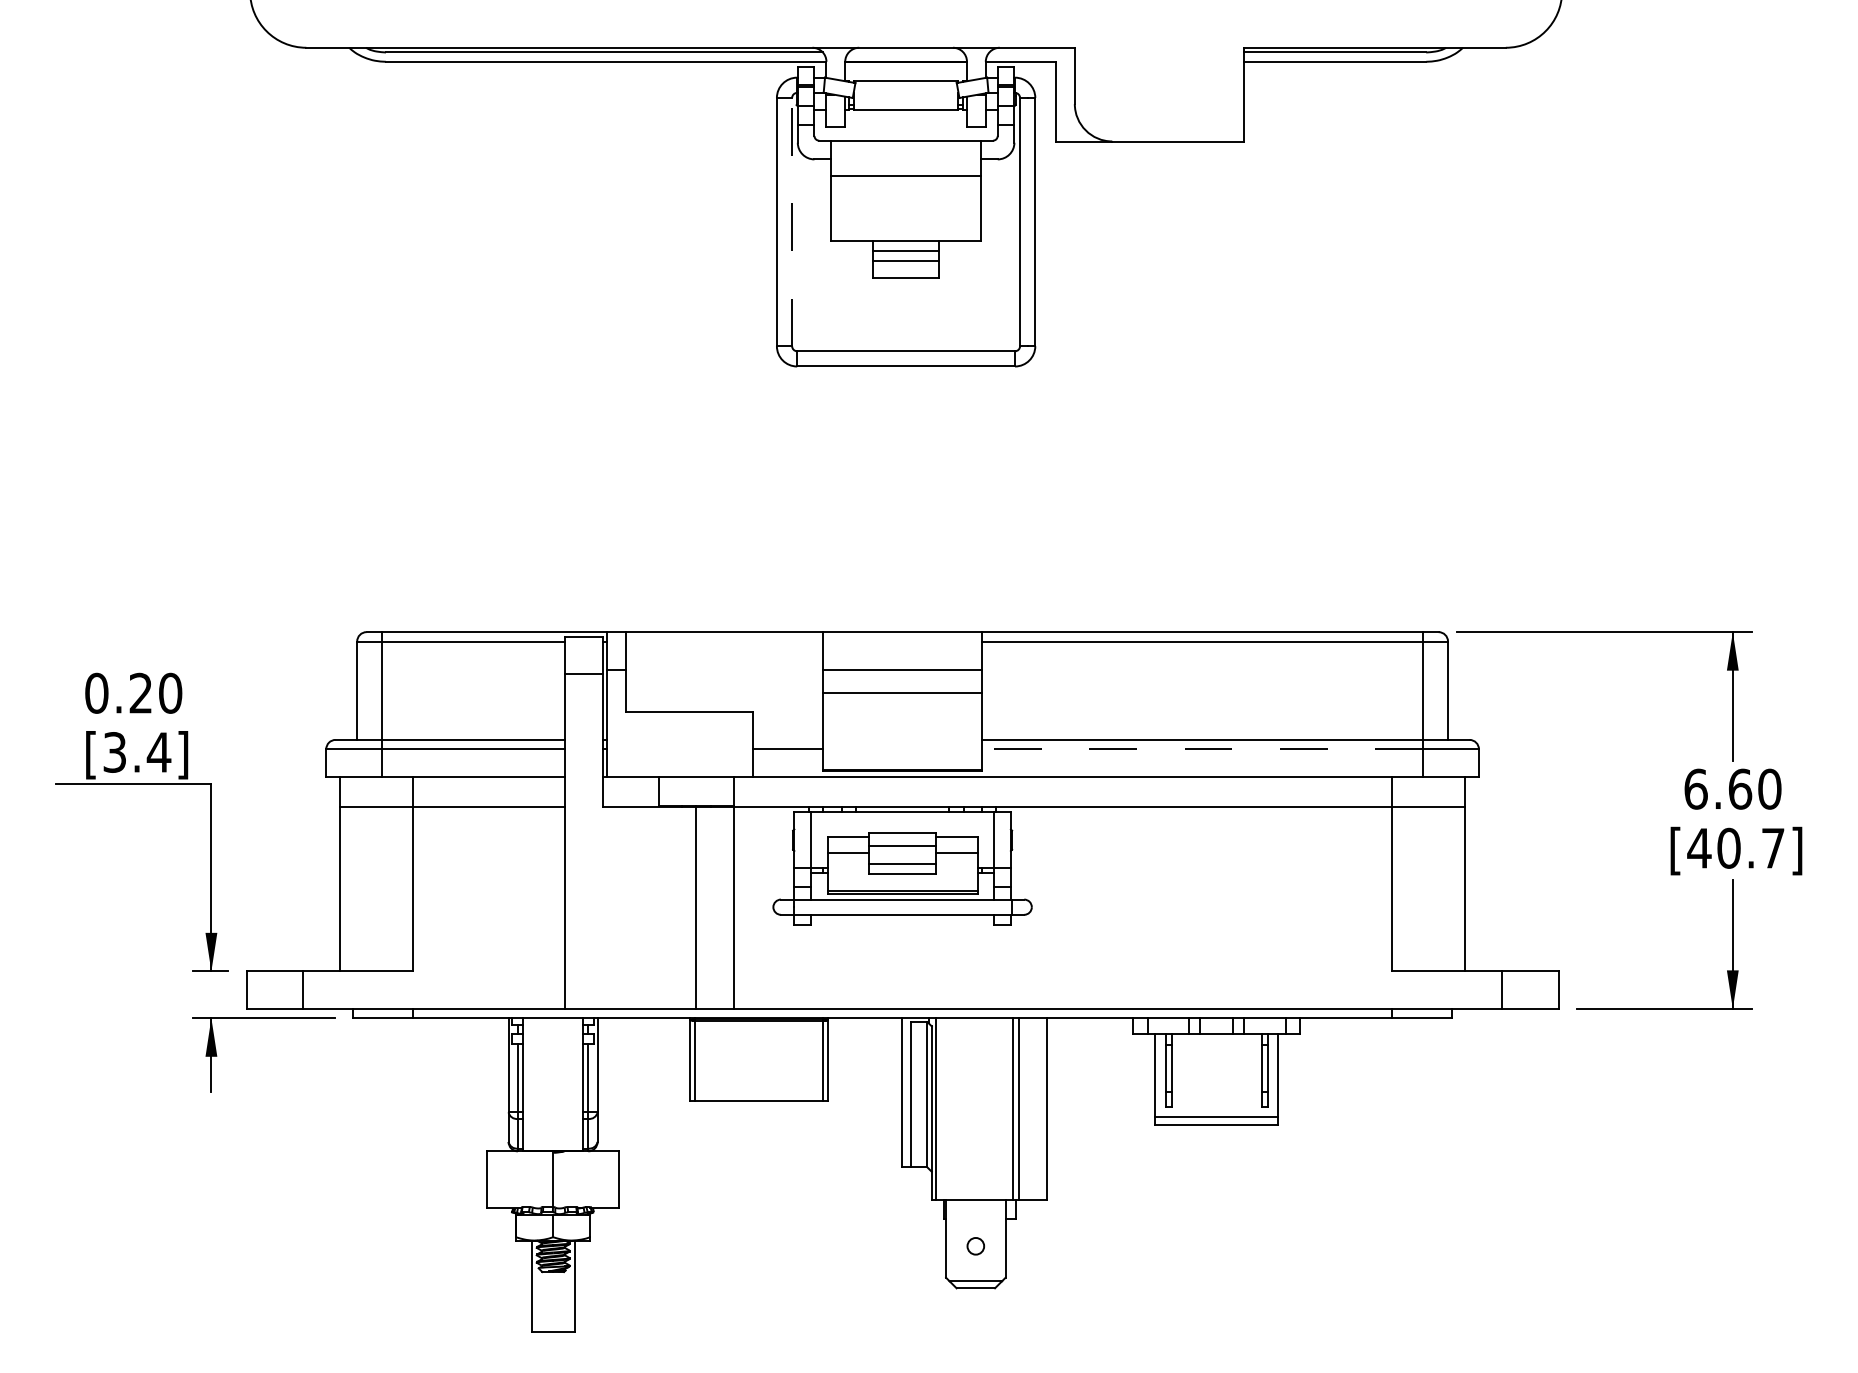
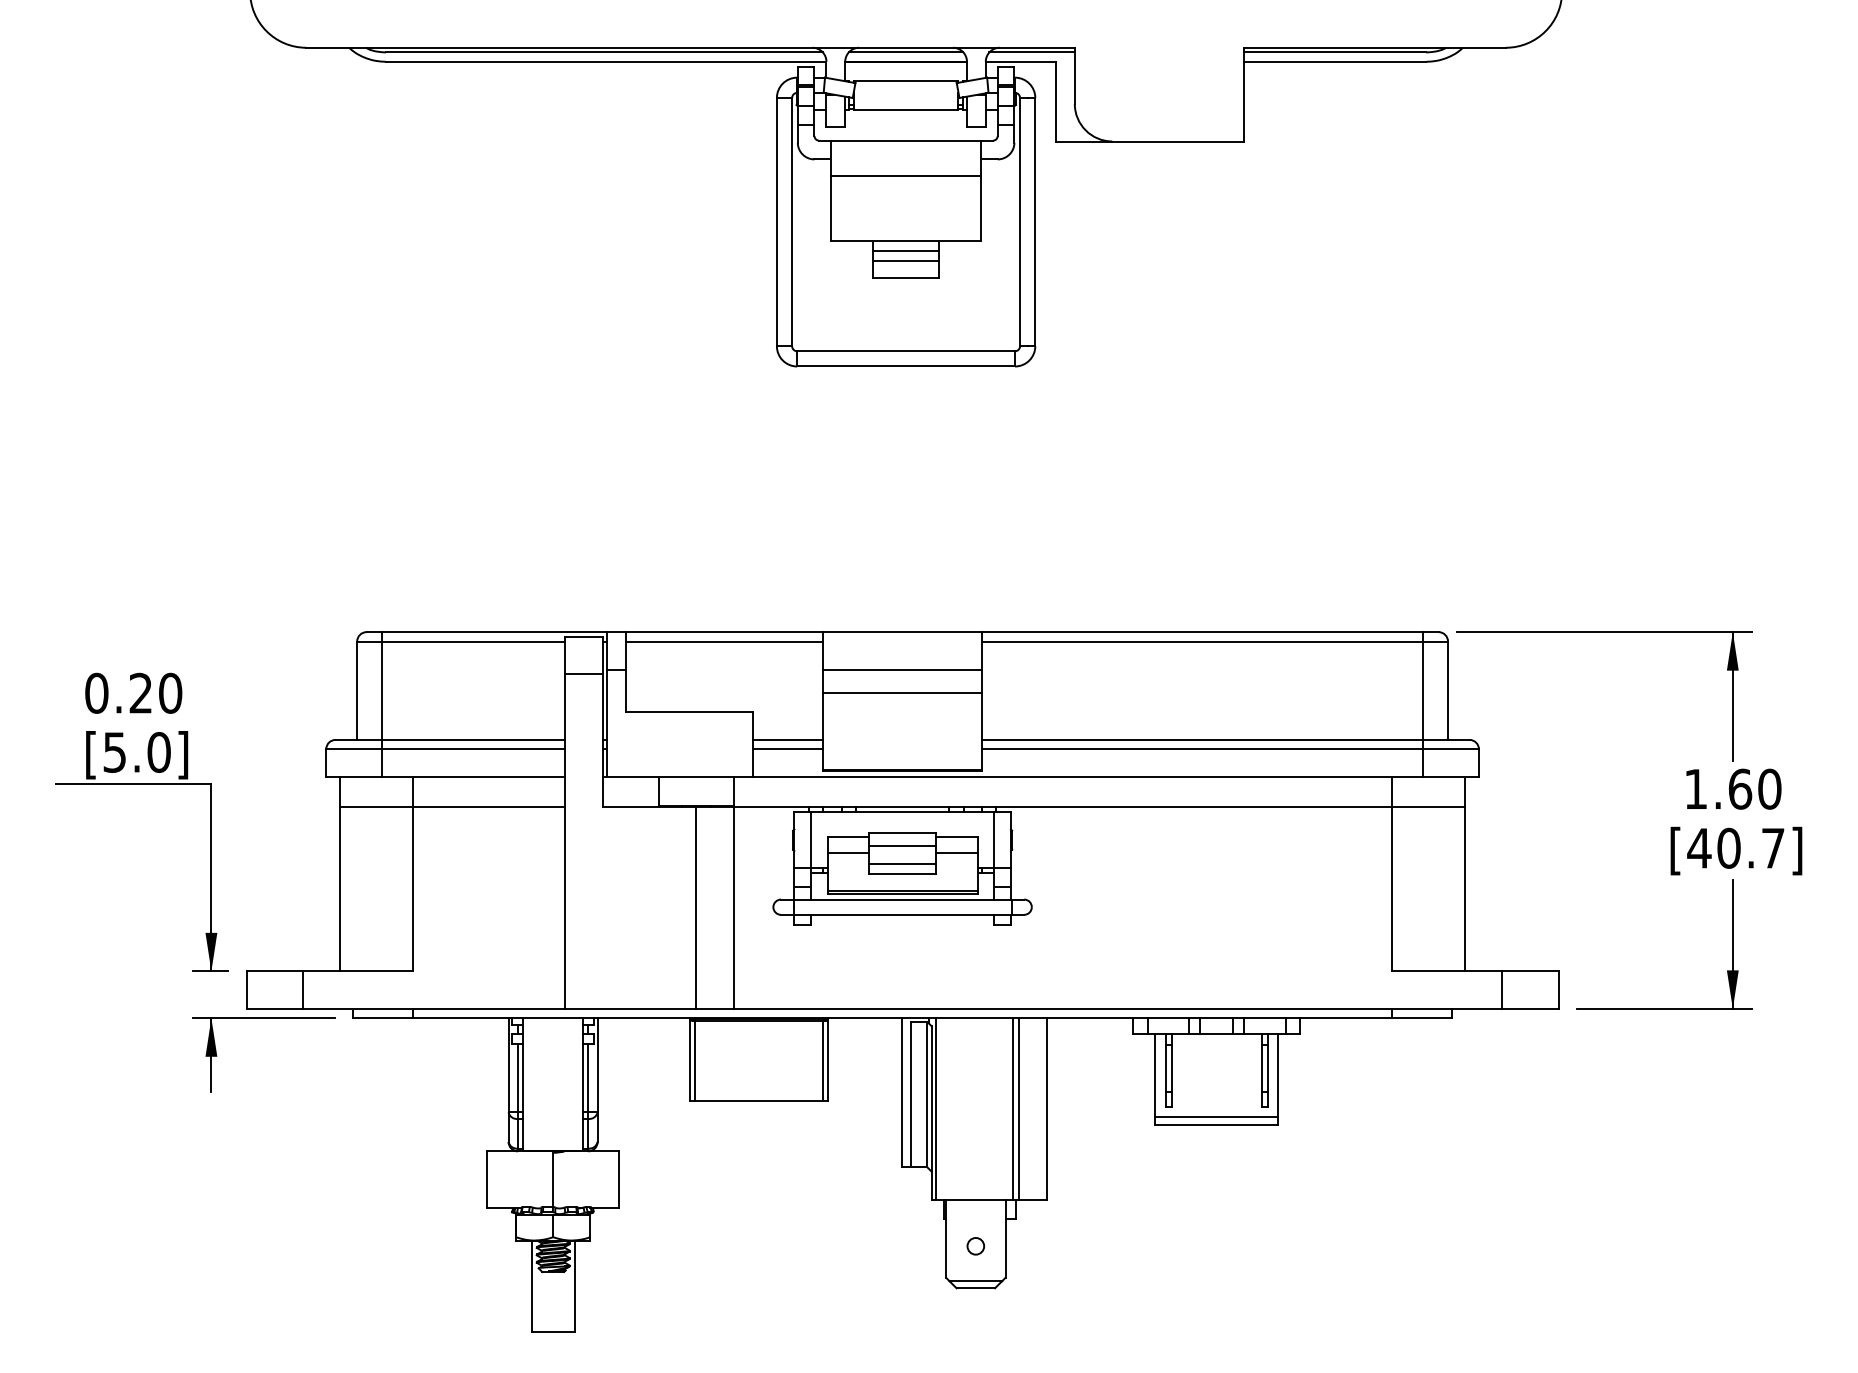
line at (905, 52): none -> present
line at (1031, 52): none -> present
line at (792, 221): dashed -> solid
line at (724, 641): none -> present
line at (787, 739): none -> present
line at (1202, 749): dashed -> solid
text at (137, 752): [3.4] -> [5.0]
text at (1695, 788): 6.60 -> 1.60
